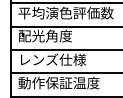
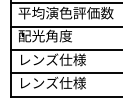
text at (58, 82): 動作保証温度 -> レンズ仕様
